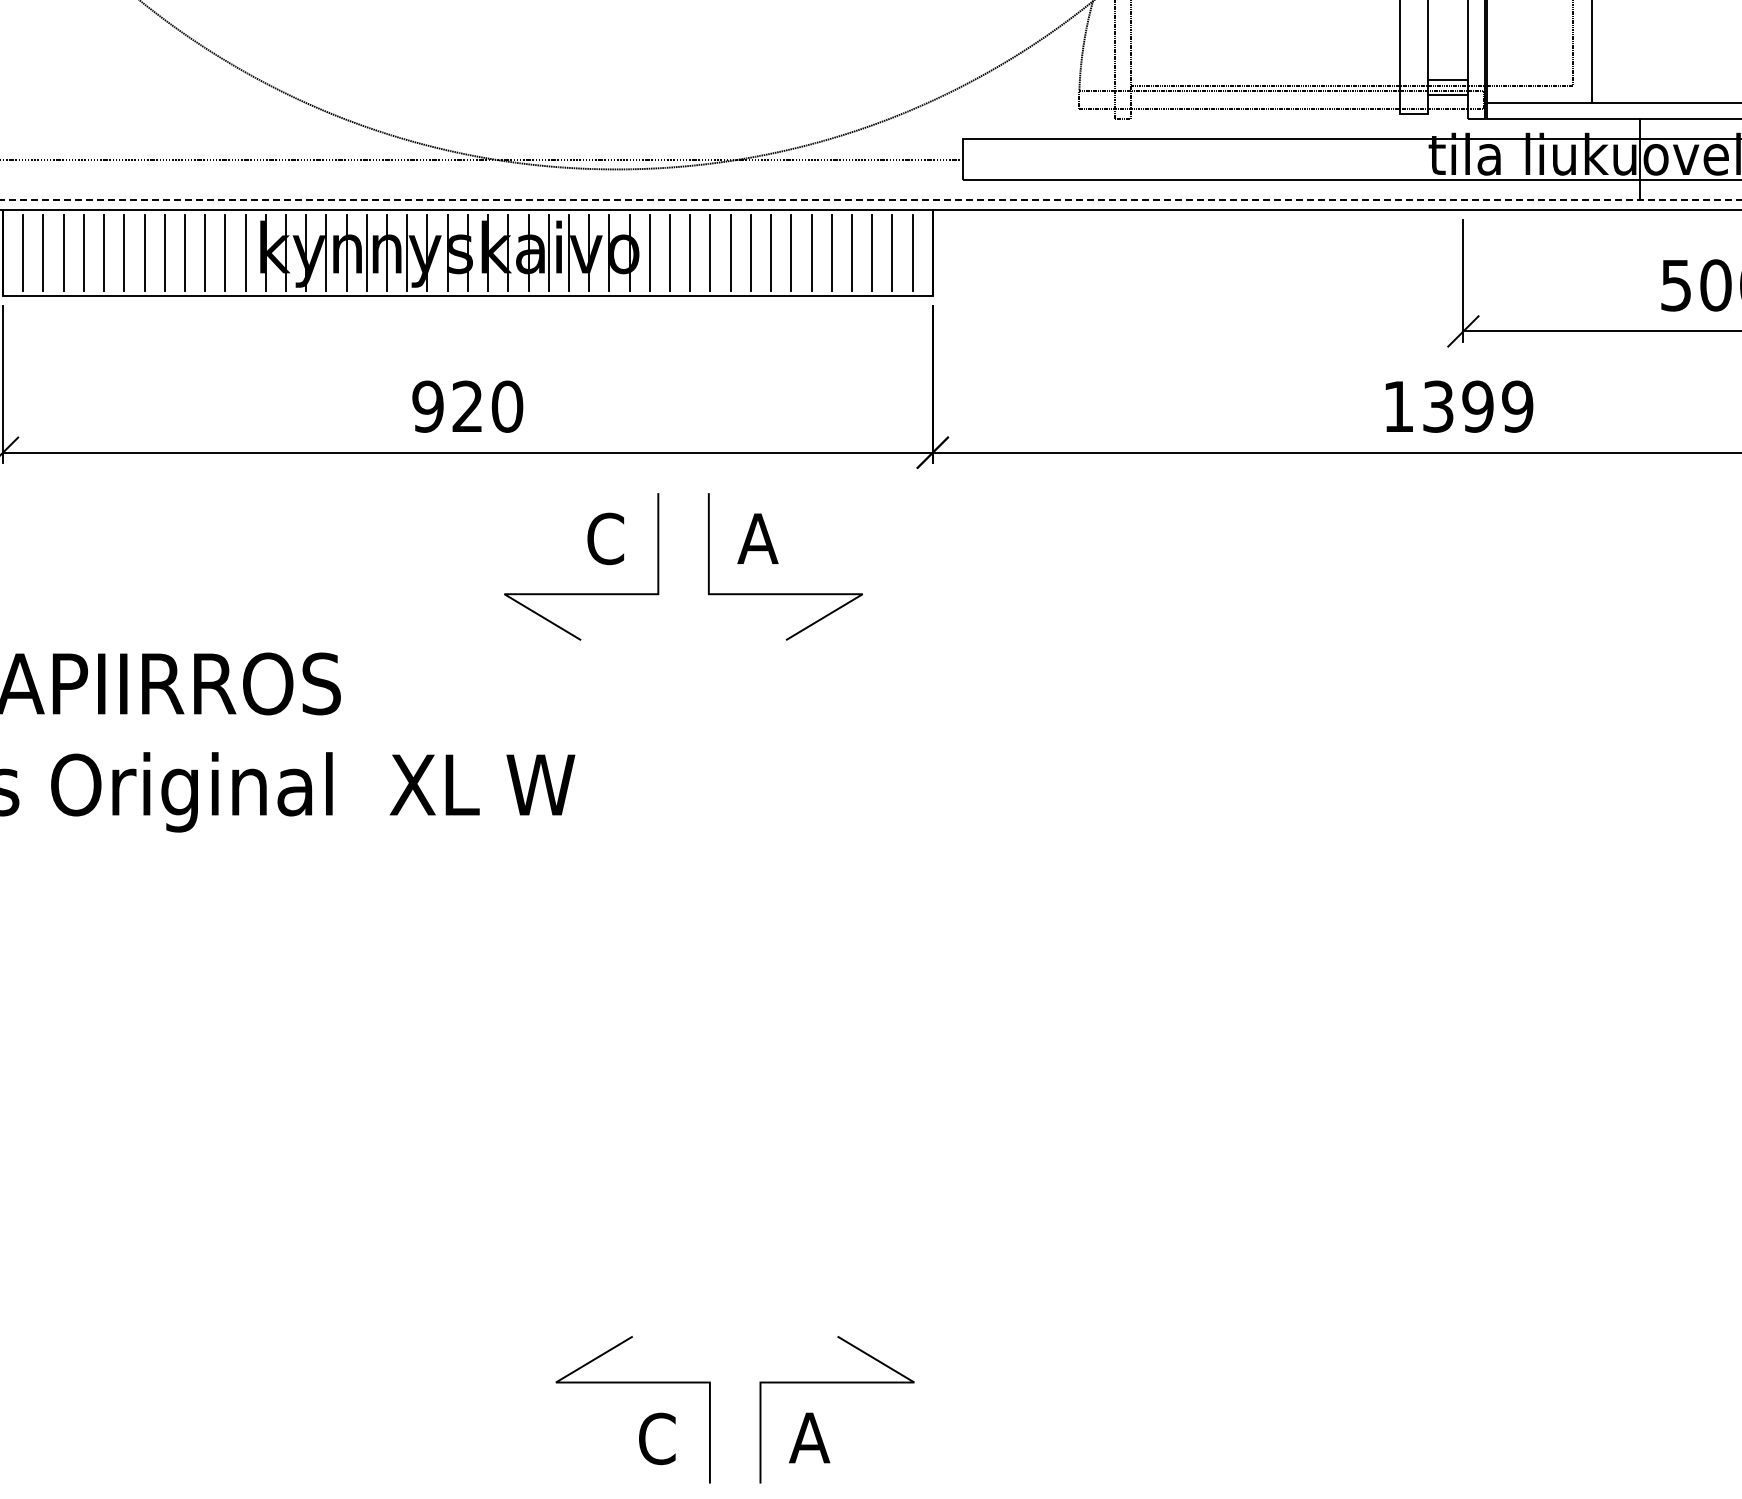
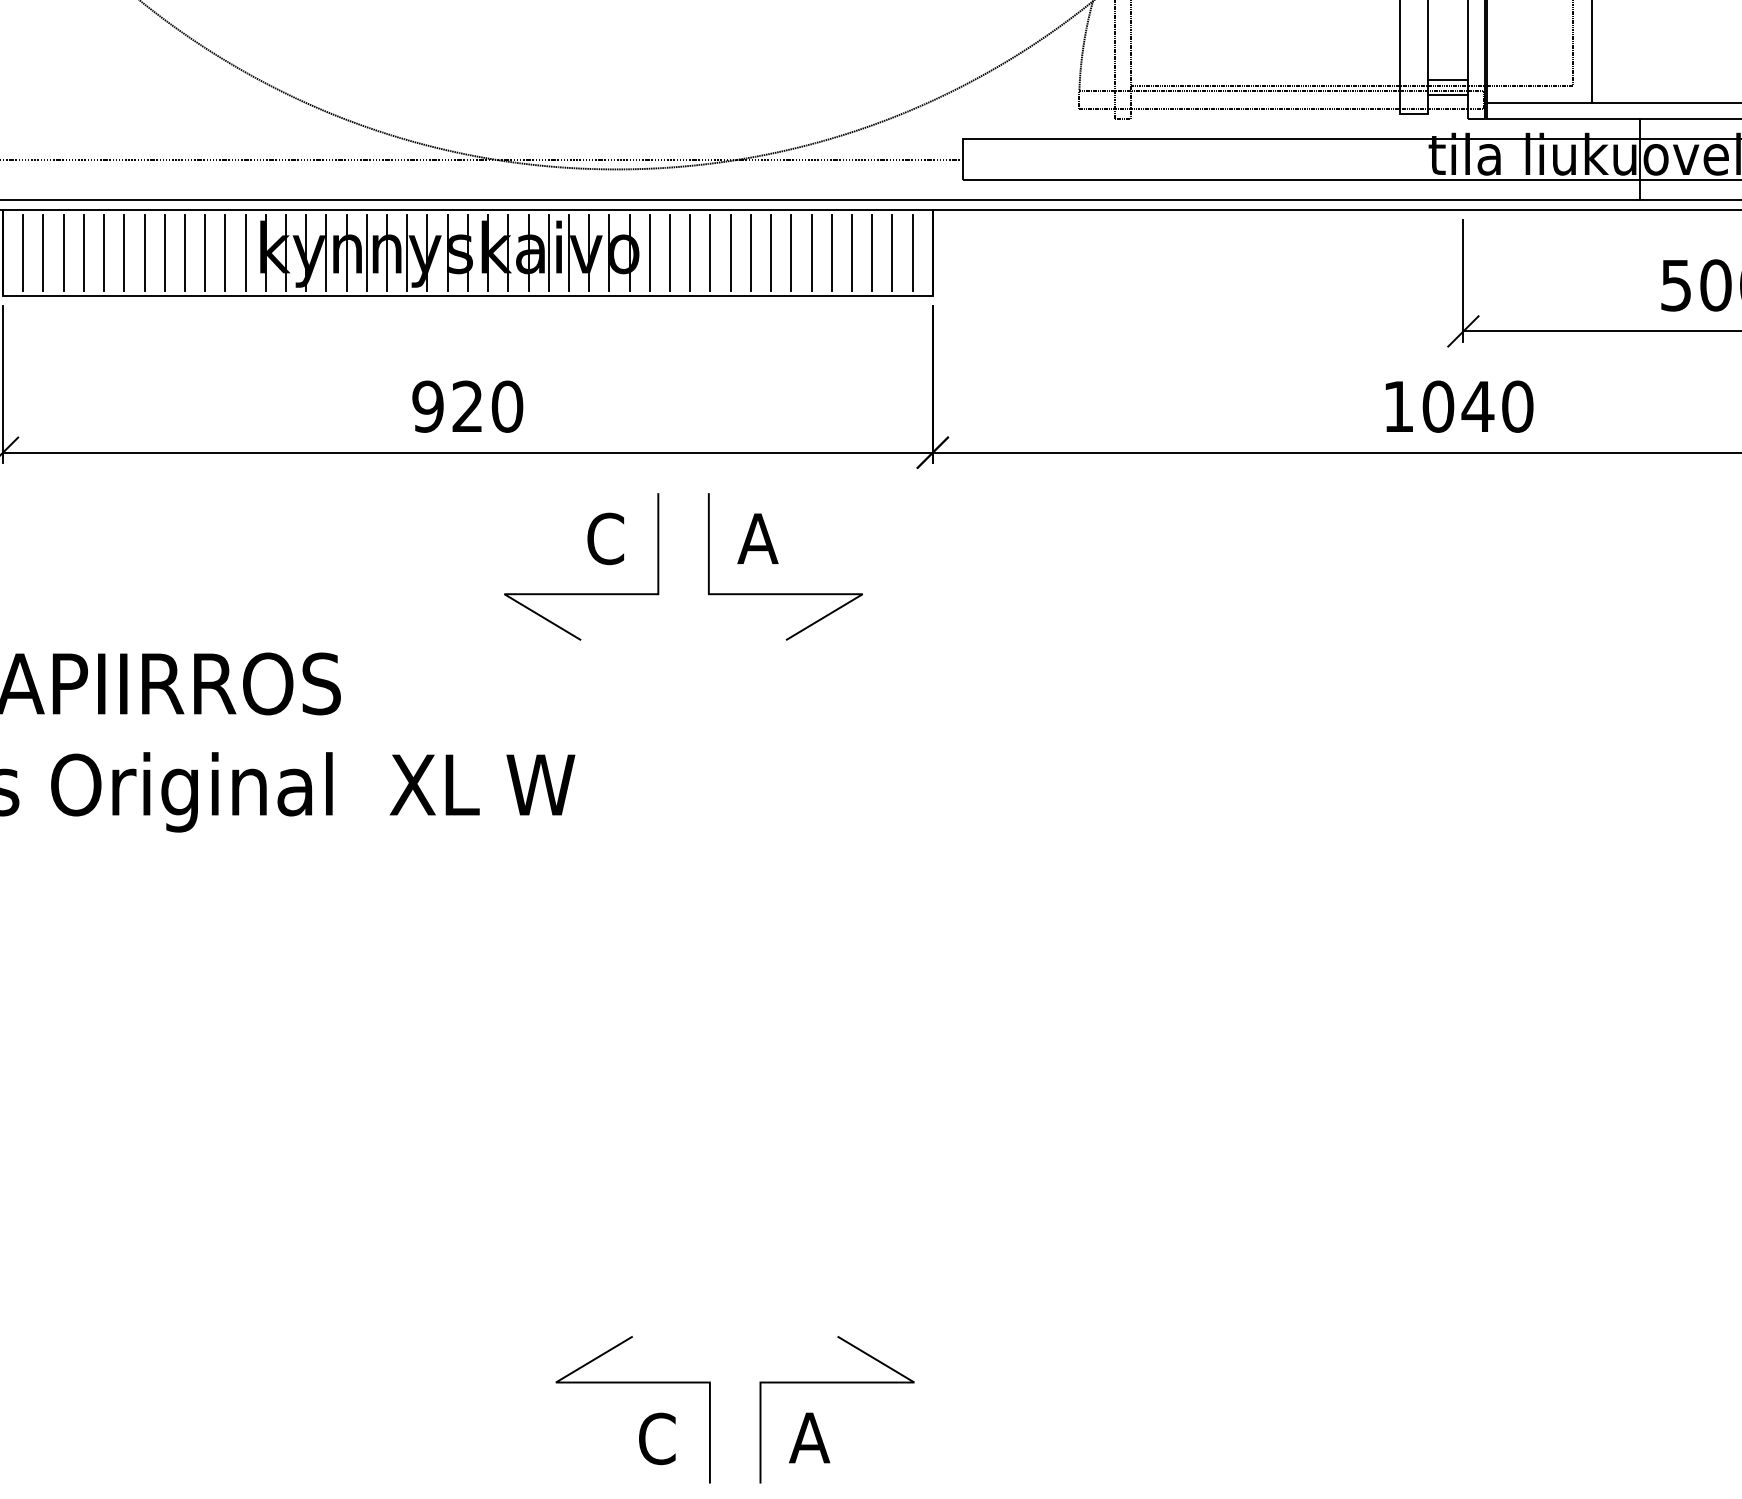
line at (870, 200): dashed -> solid
text at (1477, 406): 1399 -> 1040
